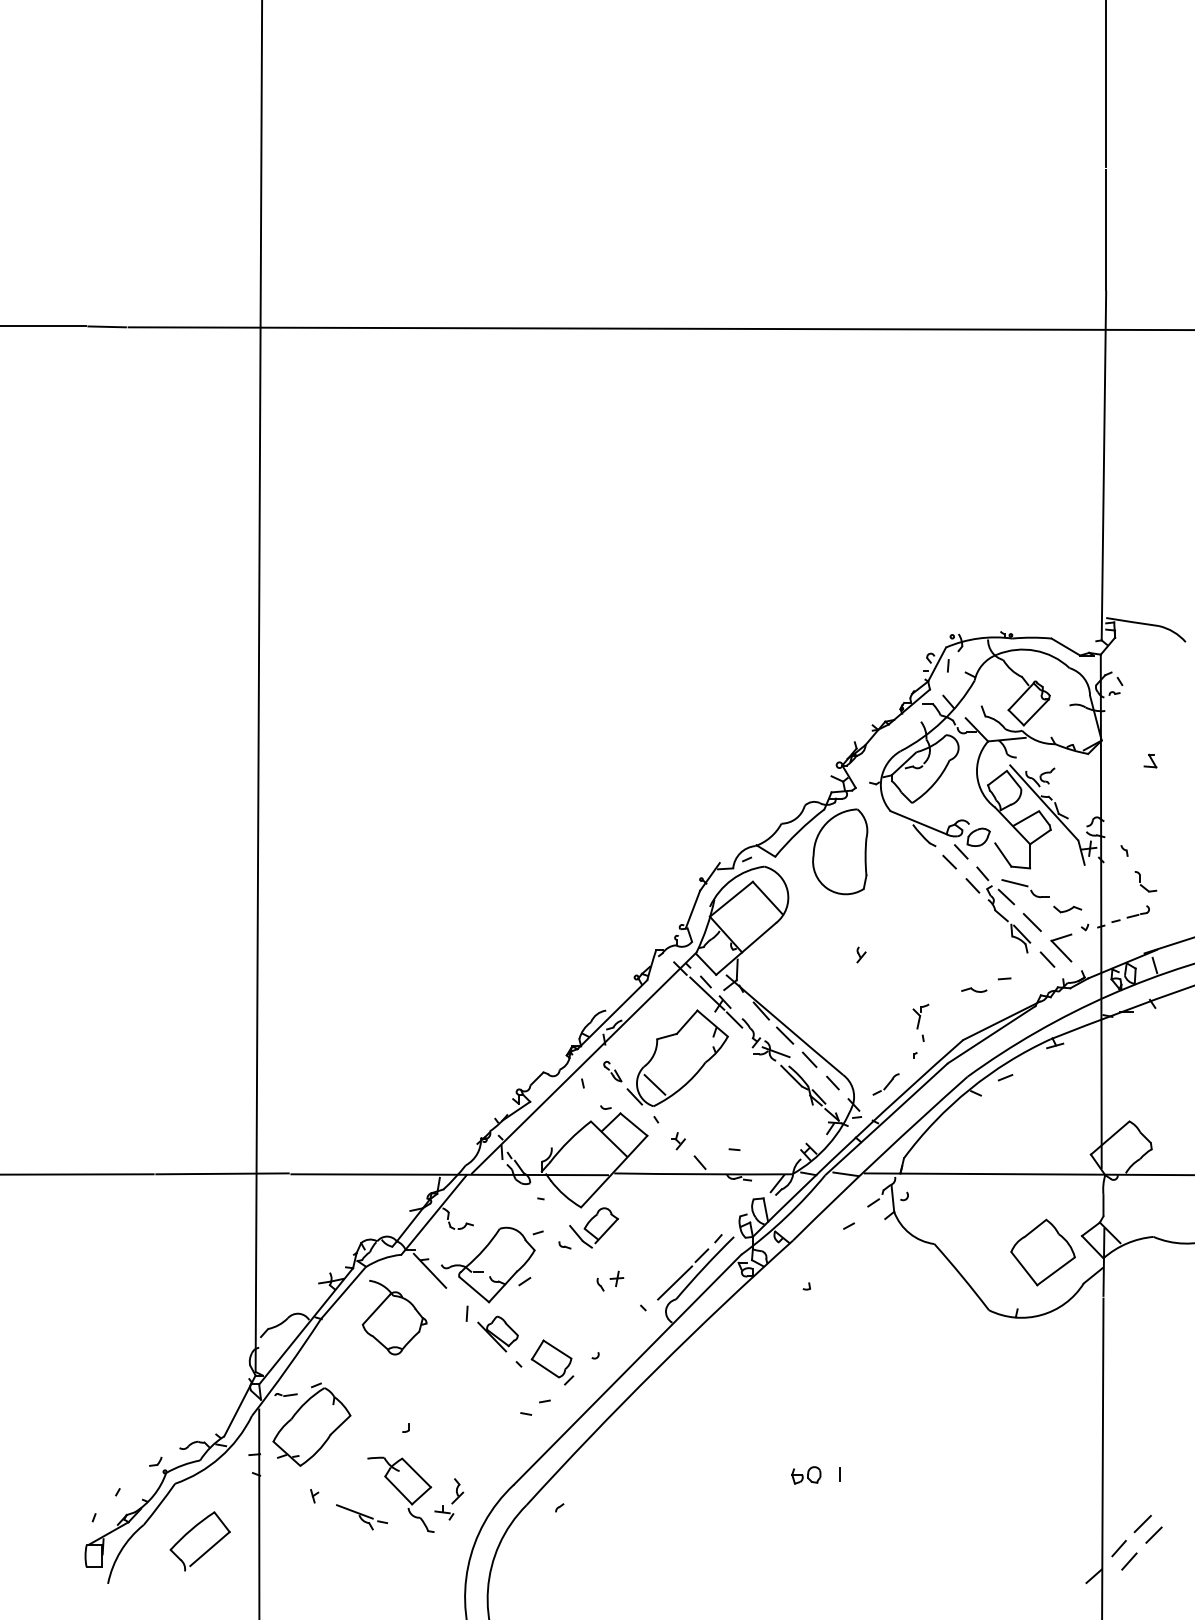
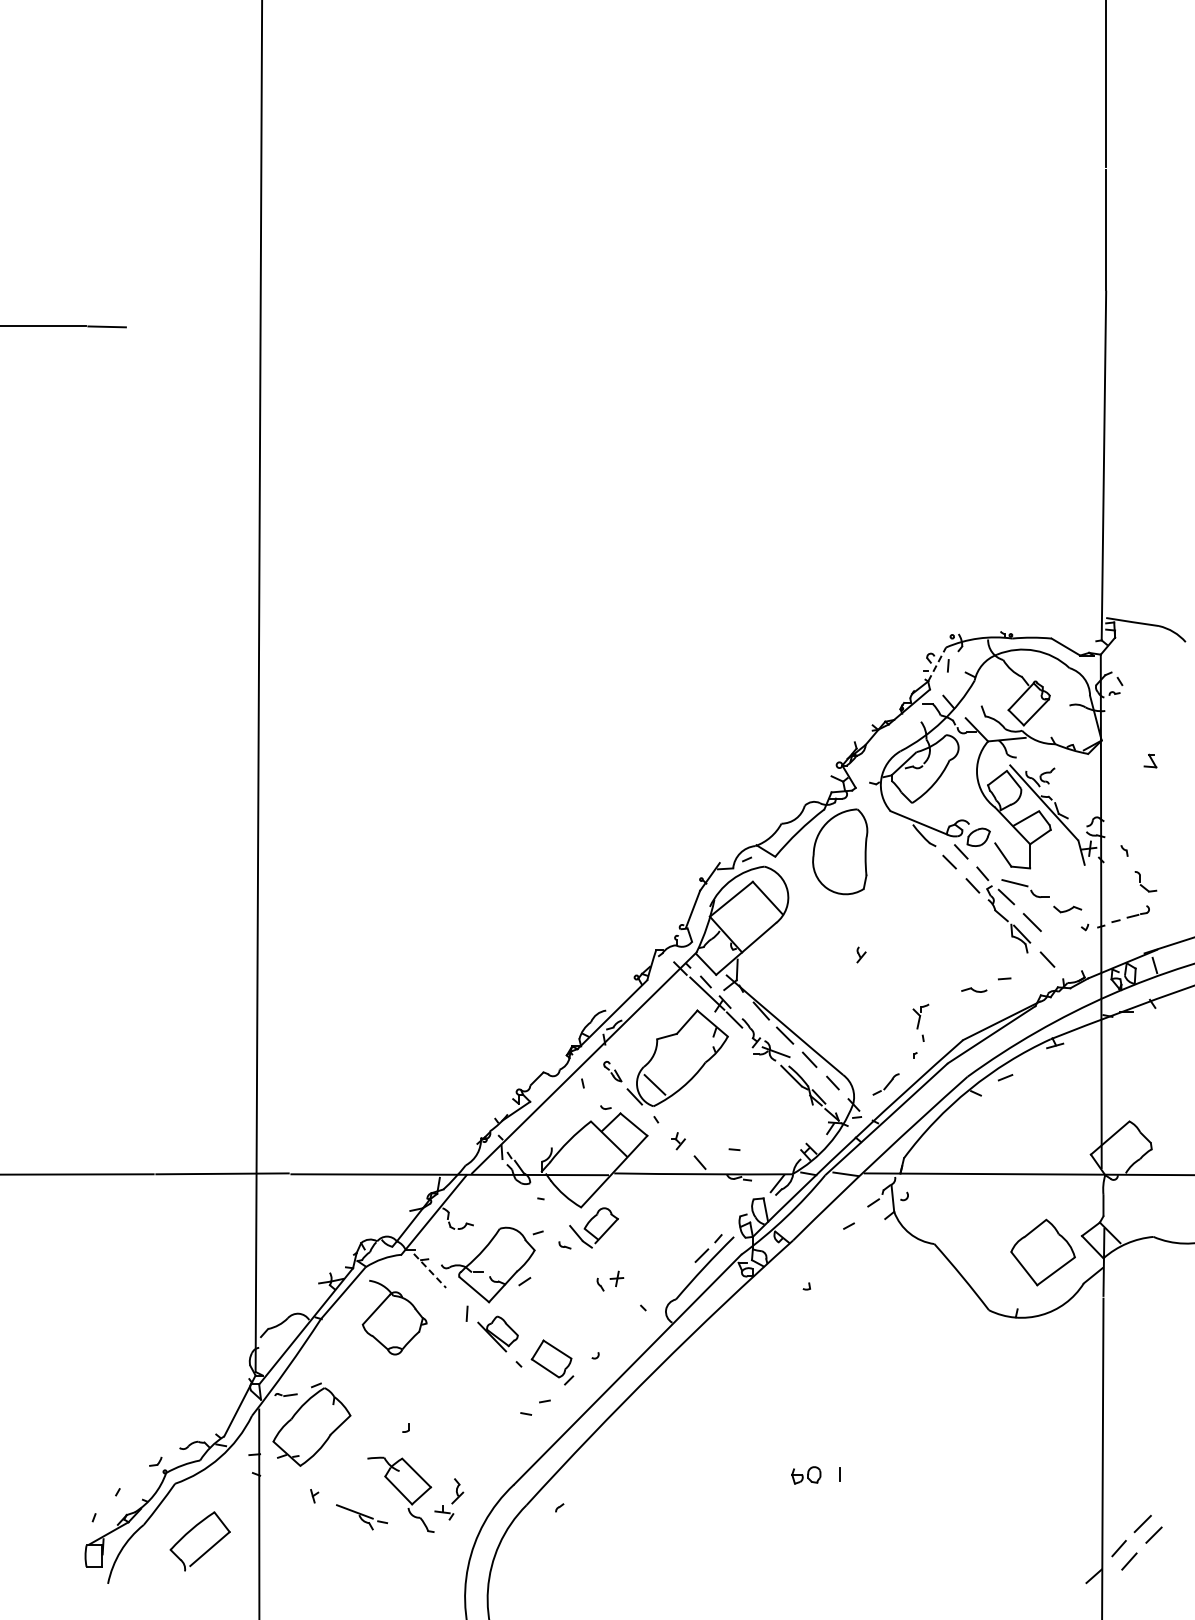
line at (659, 328): present -> none
line at (937, 664): solid -> dashed
part at (1061, 947): present -> none
line at (430, 1271): solid -> dashed
line at (675, 1282): present -> none
